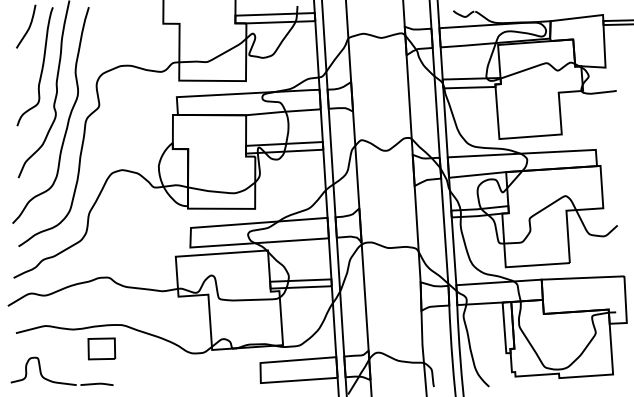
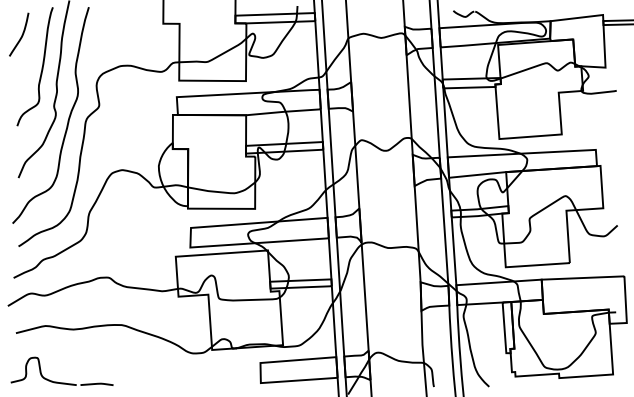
curve at (28, 27) position: (28, 27) -> (21, 35)
part at (101, 348): present -> none
